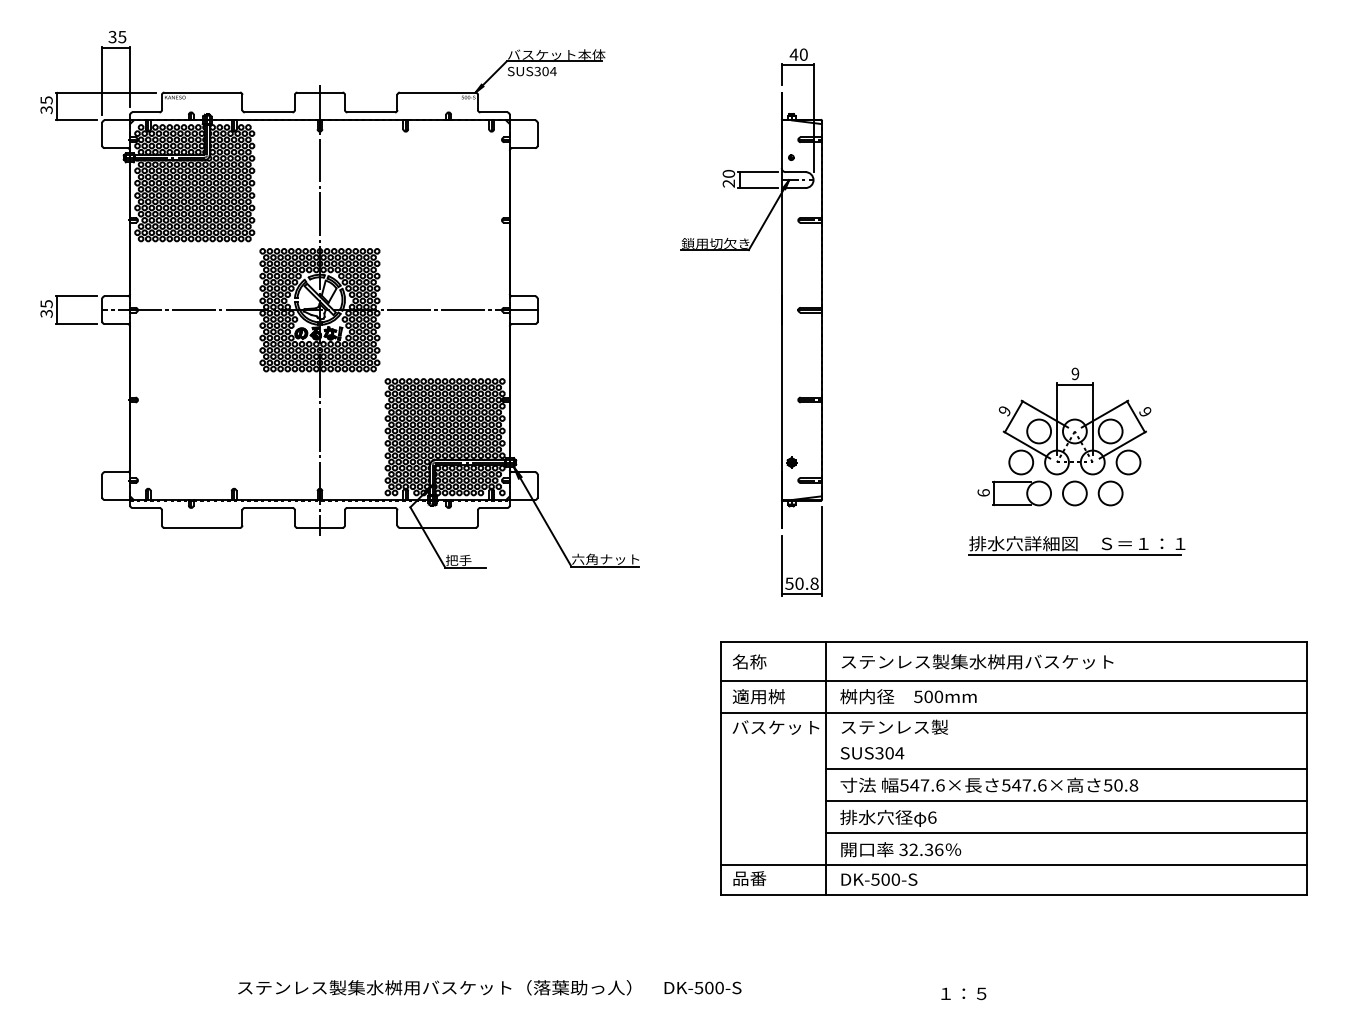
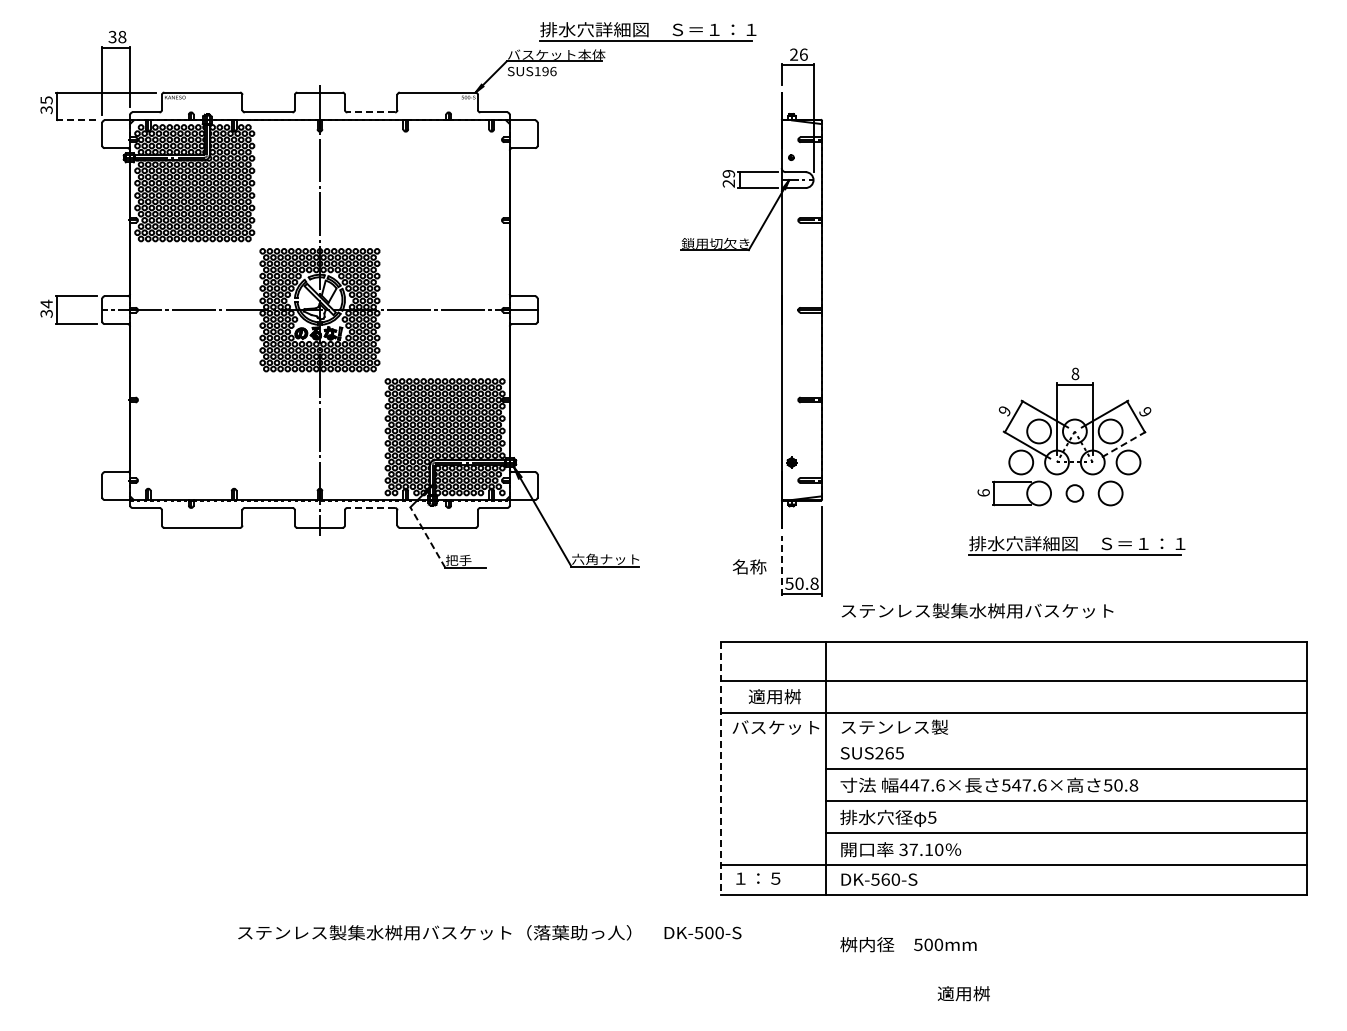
part at (647, 31): none -> present
text at (122, 36): 35 -> 38
text at (798, 54): 40 -> 26
text at (545, 71): SUS304 -> SUS196
line at (371, 112): solid -> dashed
line at (76, 120): solid -> dashed
text at (728, 173): 20 -> 29
text at (46, 303): 35 -> 34
text at (1075, 373): 9 -> 8
line at (1122, 445): solid -> dashed
circle at (1074, 493) size: 26x27 px -> 20x19 px
line at (371, 507): solid -> dashed
line at (427, 537): solid -> dashed
line at (781, 565): solid -> dashed
text at (749, 661) position: (749, 661) -> (749, 566)
text at (977, 661) position: (977, 661) -> (977, 610)
text at (758, 696) position: (758, 696) -> (774, 696)
text at (908, 696) position: (908, 696) -> (908, 944)
text at (889, 753): SUS304 -> SUS265
line at (721, 768): solid -> dashed
text at (903, 785): 547.6× -> 447.6×
text at (932, 817): 6 -> 5
text at (926, 849): 32.36 -> 37.10
text at (756, 878): 品番 -> １：５
text at (885, 879): DK-500-S -> DK-560-S
text at (489, 987) position: (489, 987) -> (489, 932)
text at (963, 993): １：５ -> 適用桝
